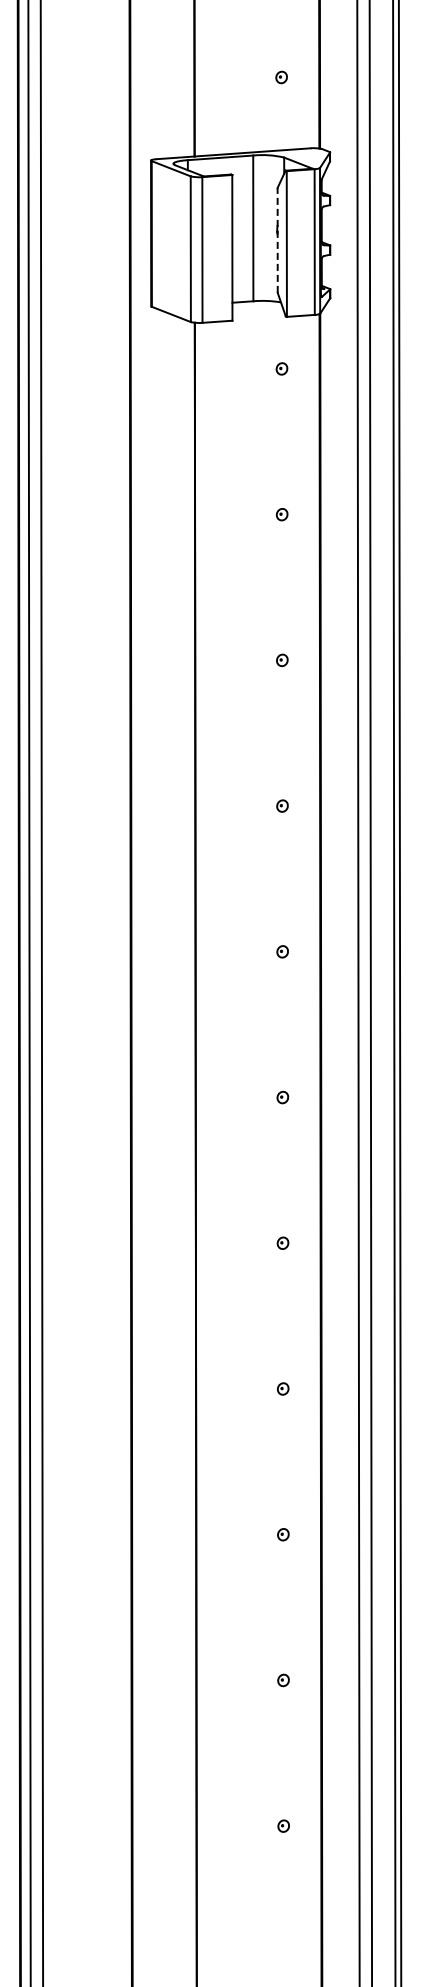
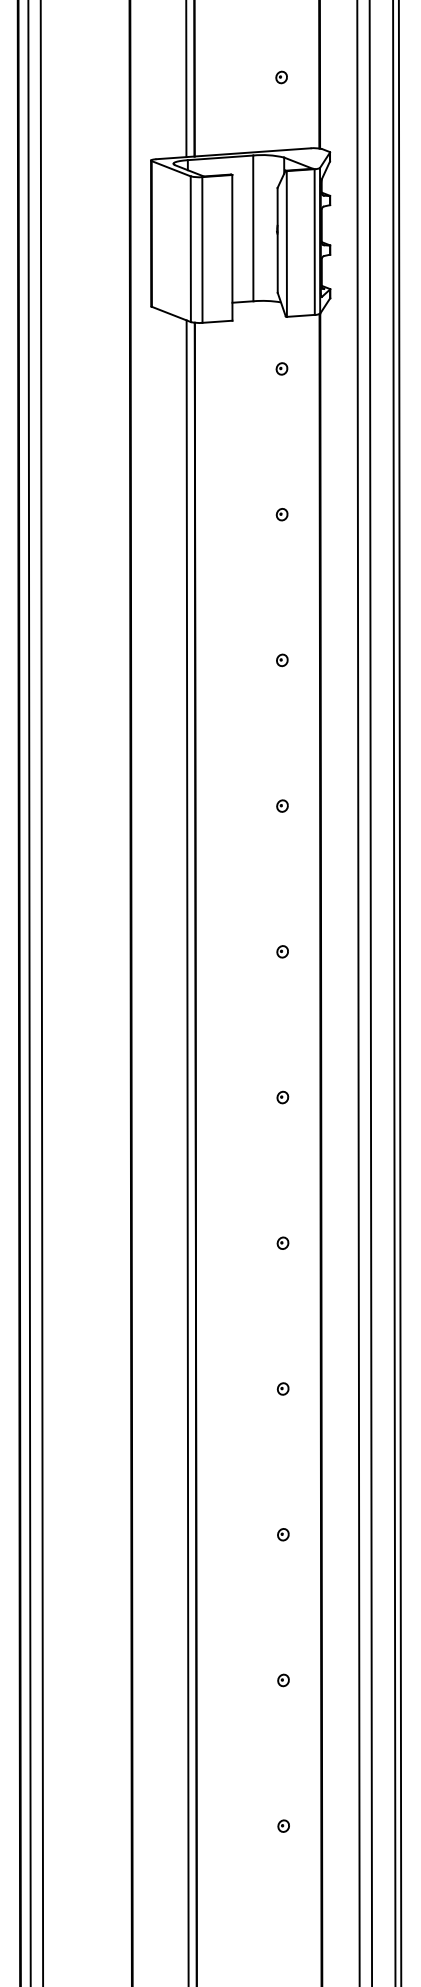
line at (186, 79): none -> present
line at (277, 239): dashed -> solid
line at (187, 1151): none -> present
